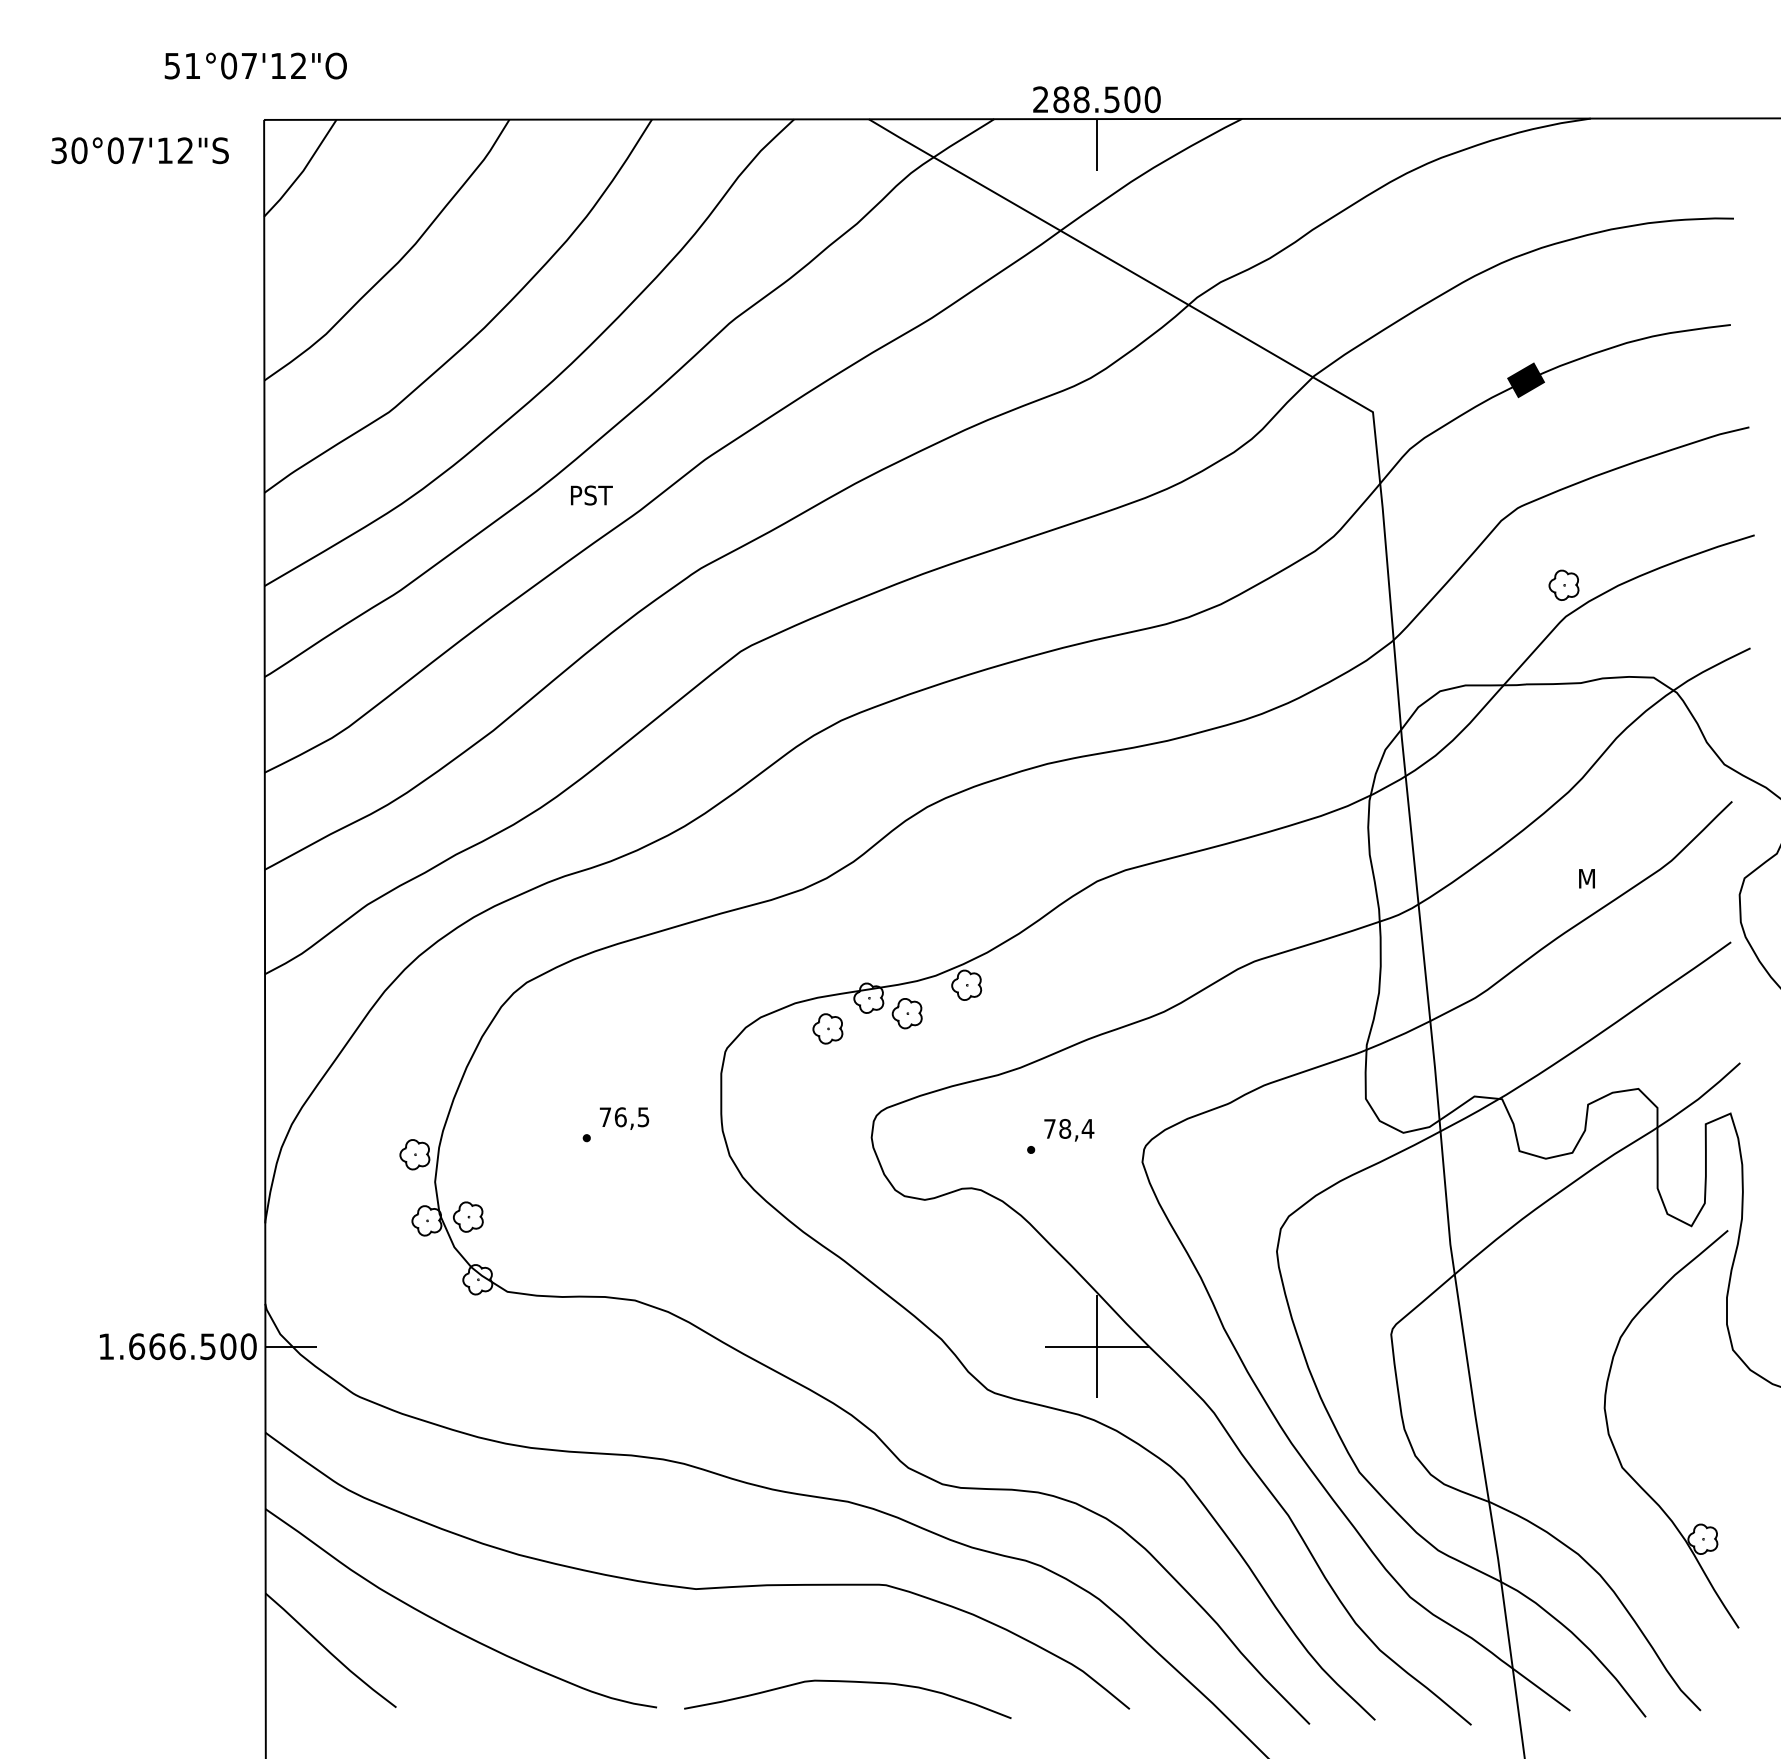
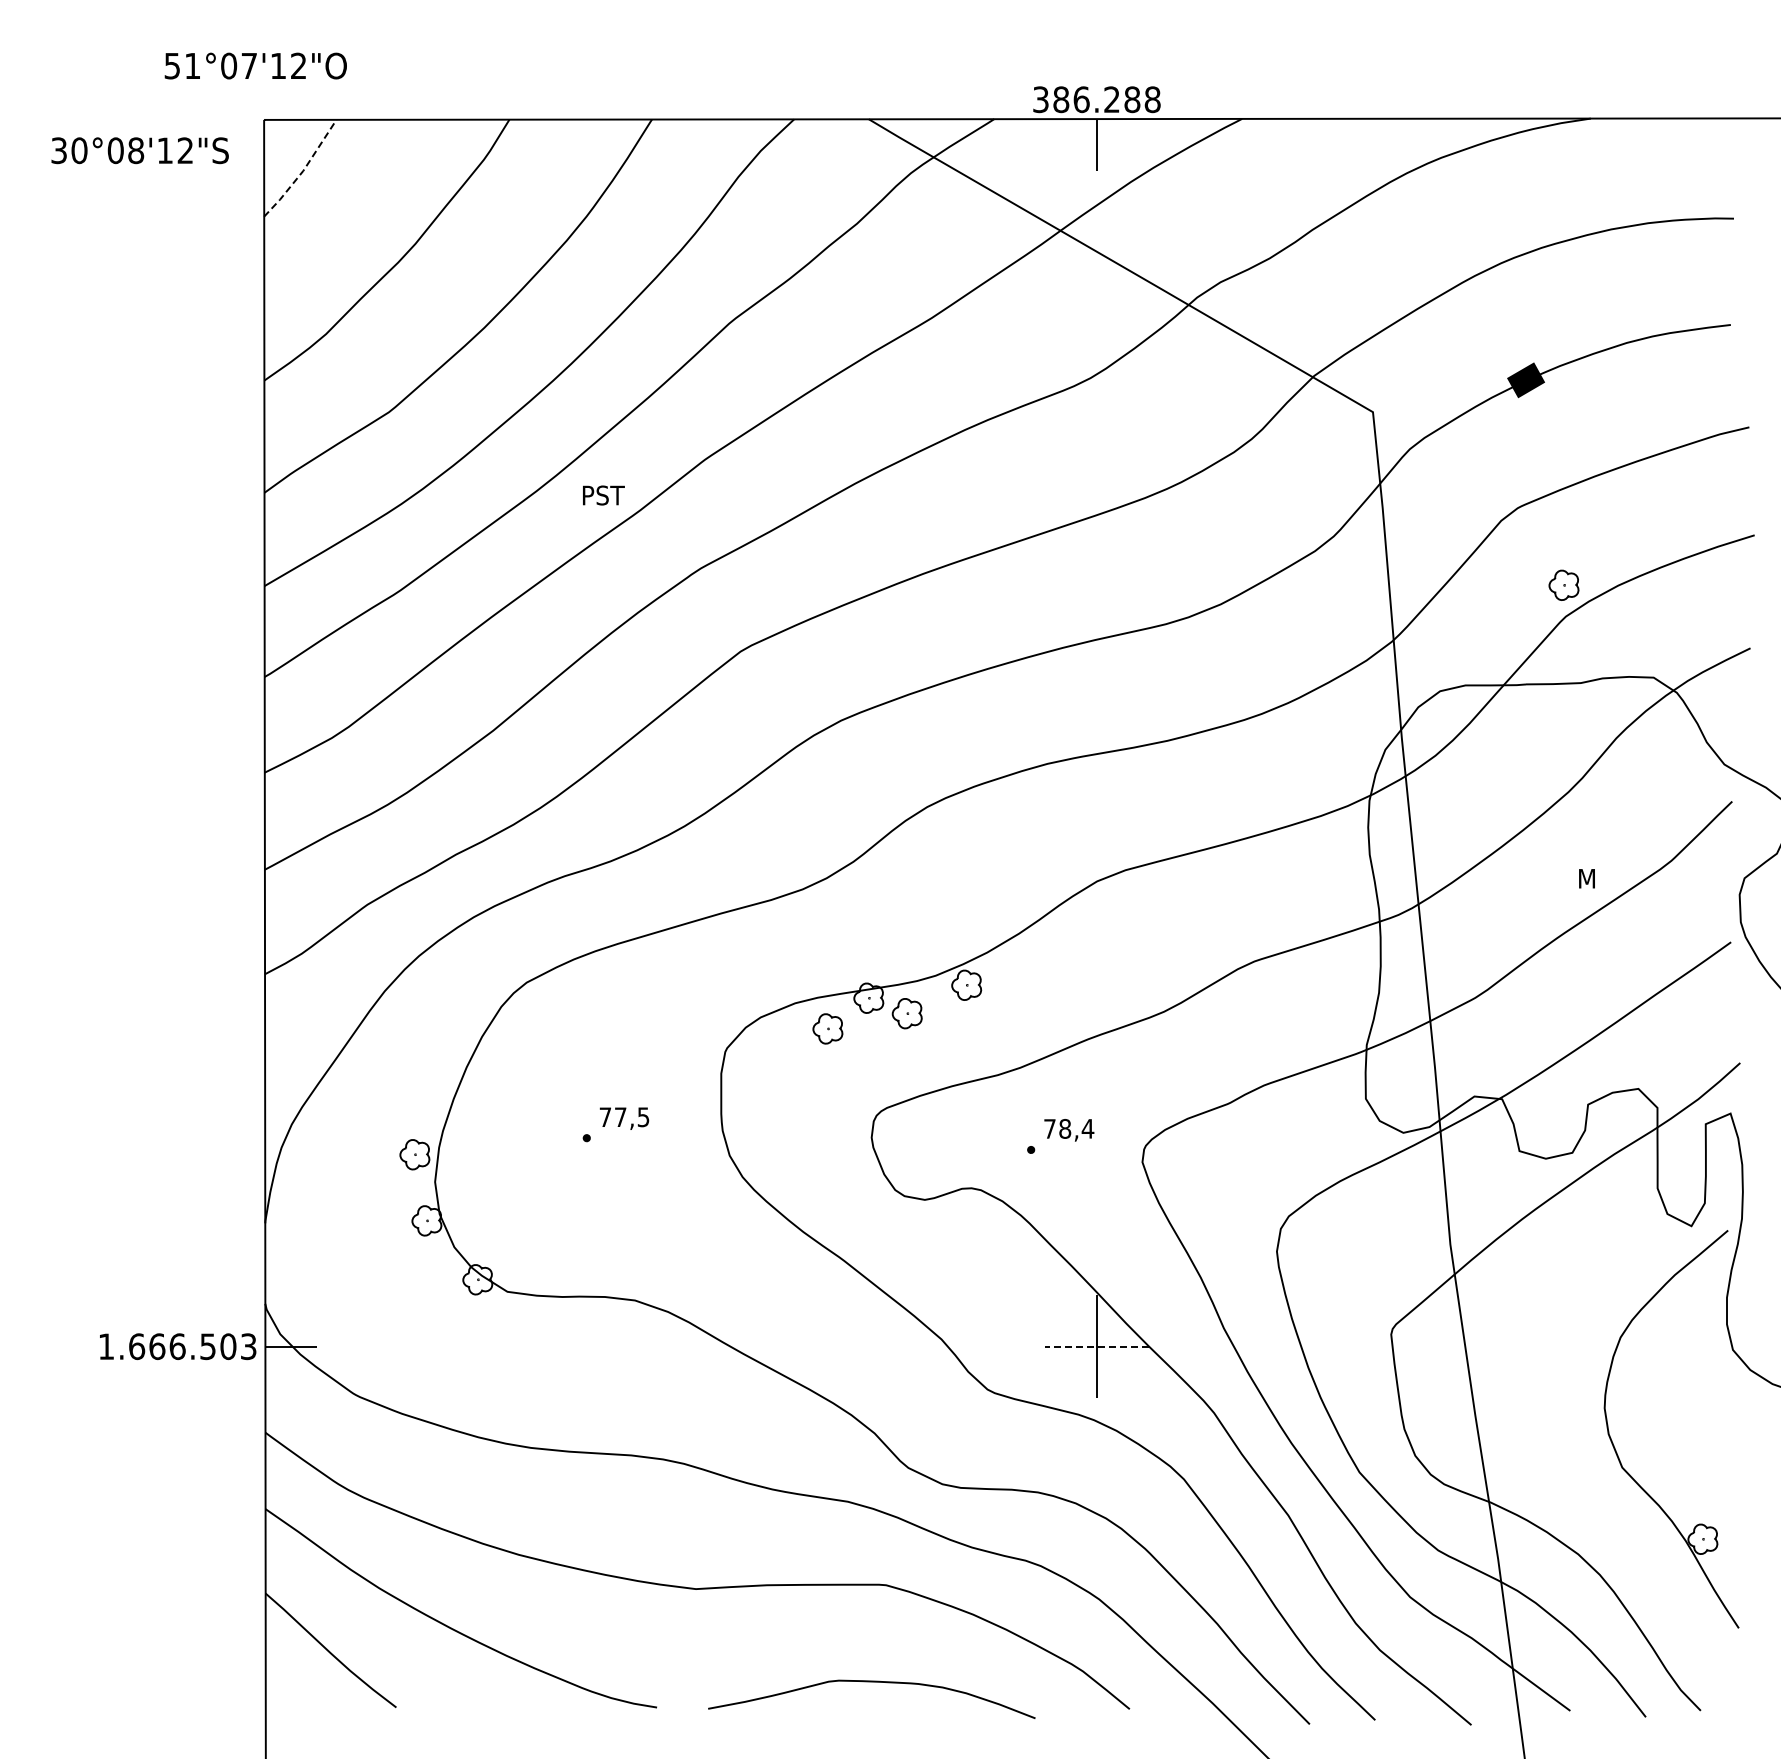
text at (1096, 99): 288.500 -> 386.288
text at (136, 150): 30°07'12"S -> 30°08'12"S
line at (303, 170): solid -> dashed
text at (591, 495) position: (591, 495) -> (603, 495)
text at (620, 1117): 76,5 -> 77,5
part at (468, 1216): present -> none
text at (248, 1346): 1.666.500 -> 1.666.503
line at (1096, 1346): solid -> dashed
curve at (847, 1682) position: (847, 1682) -> (871, 1682)
